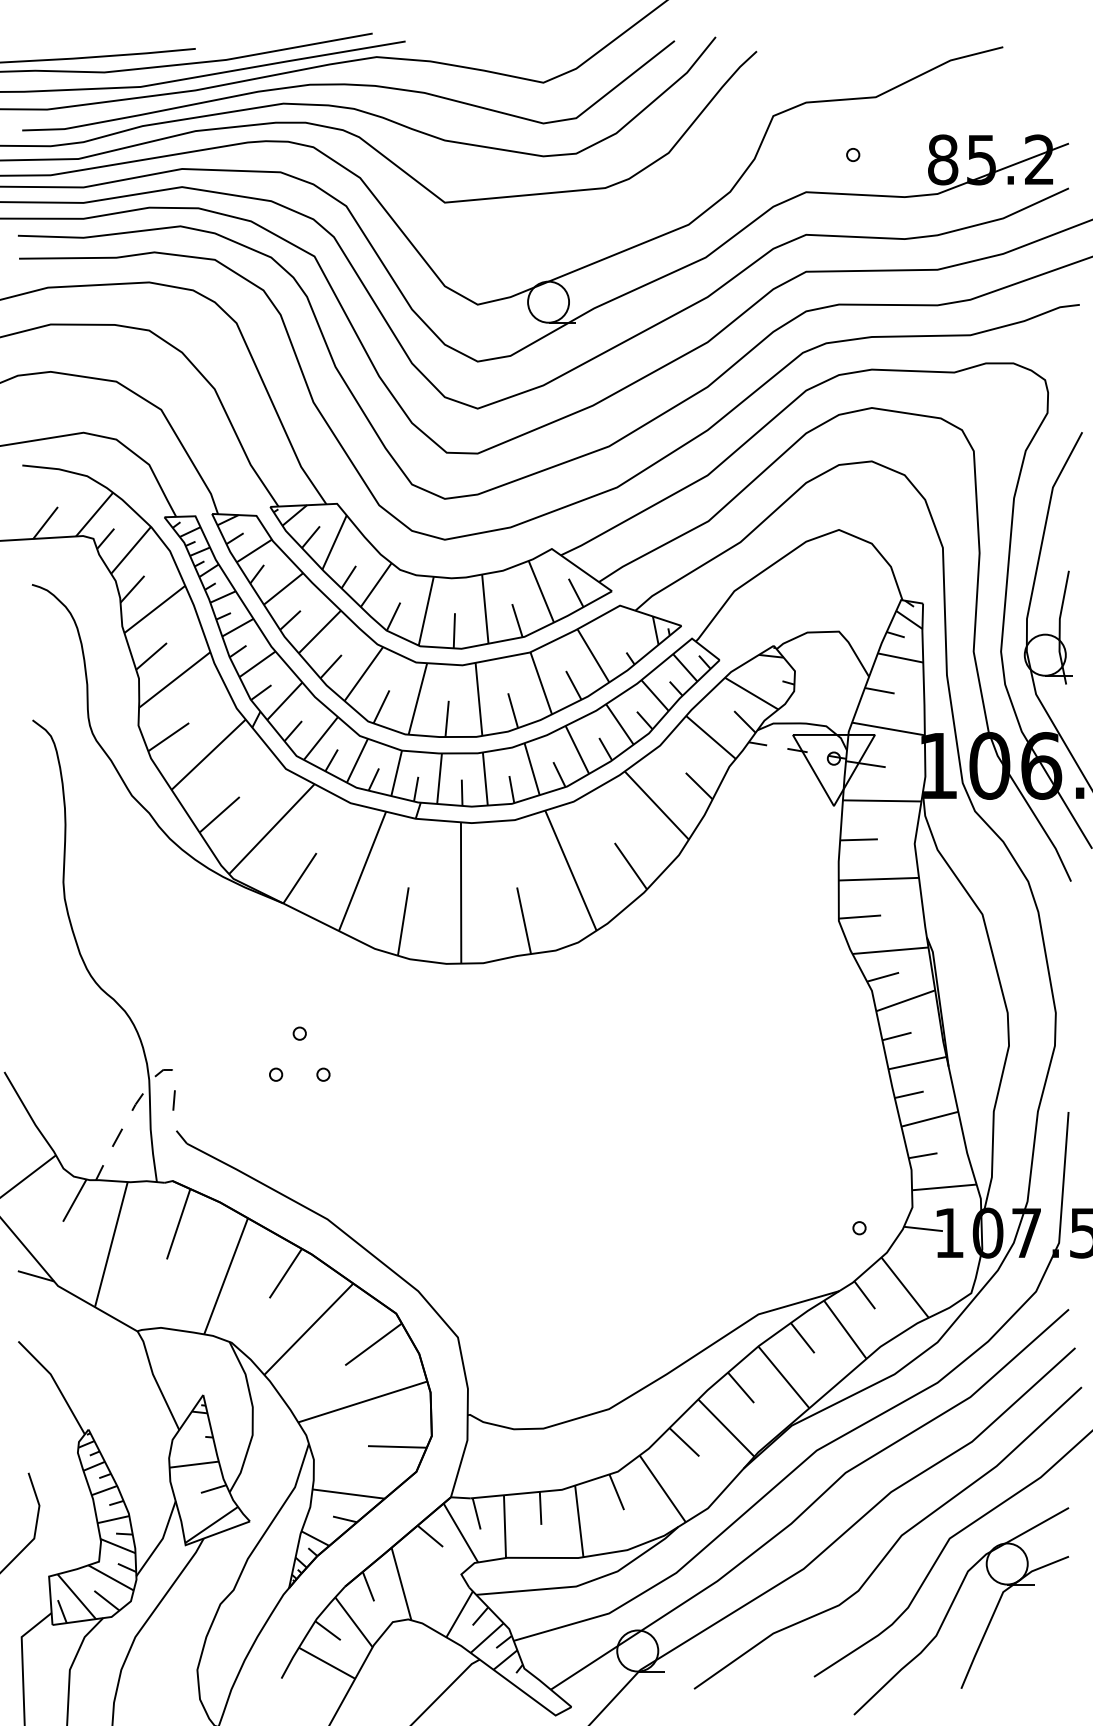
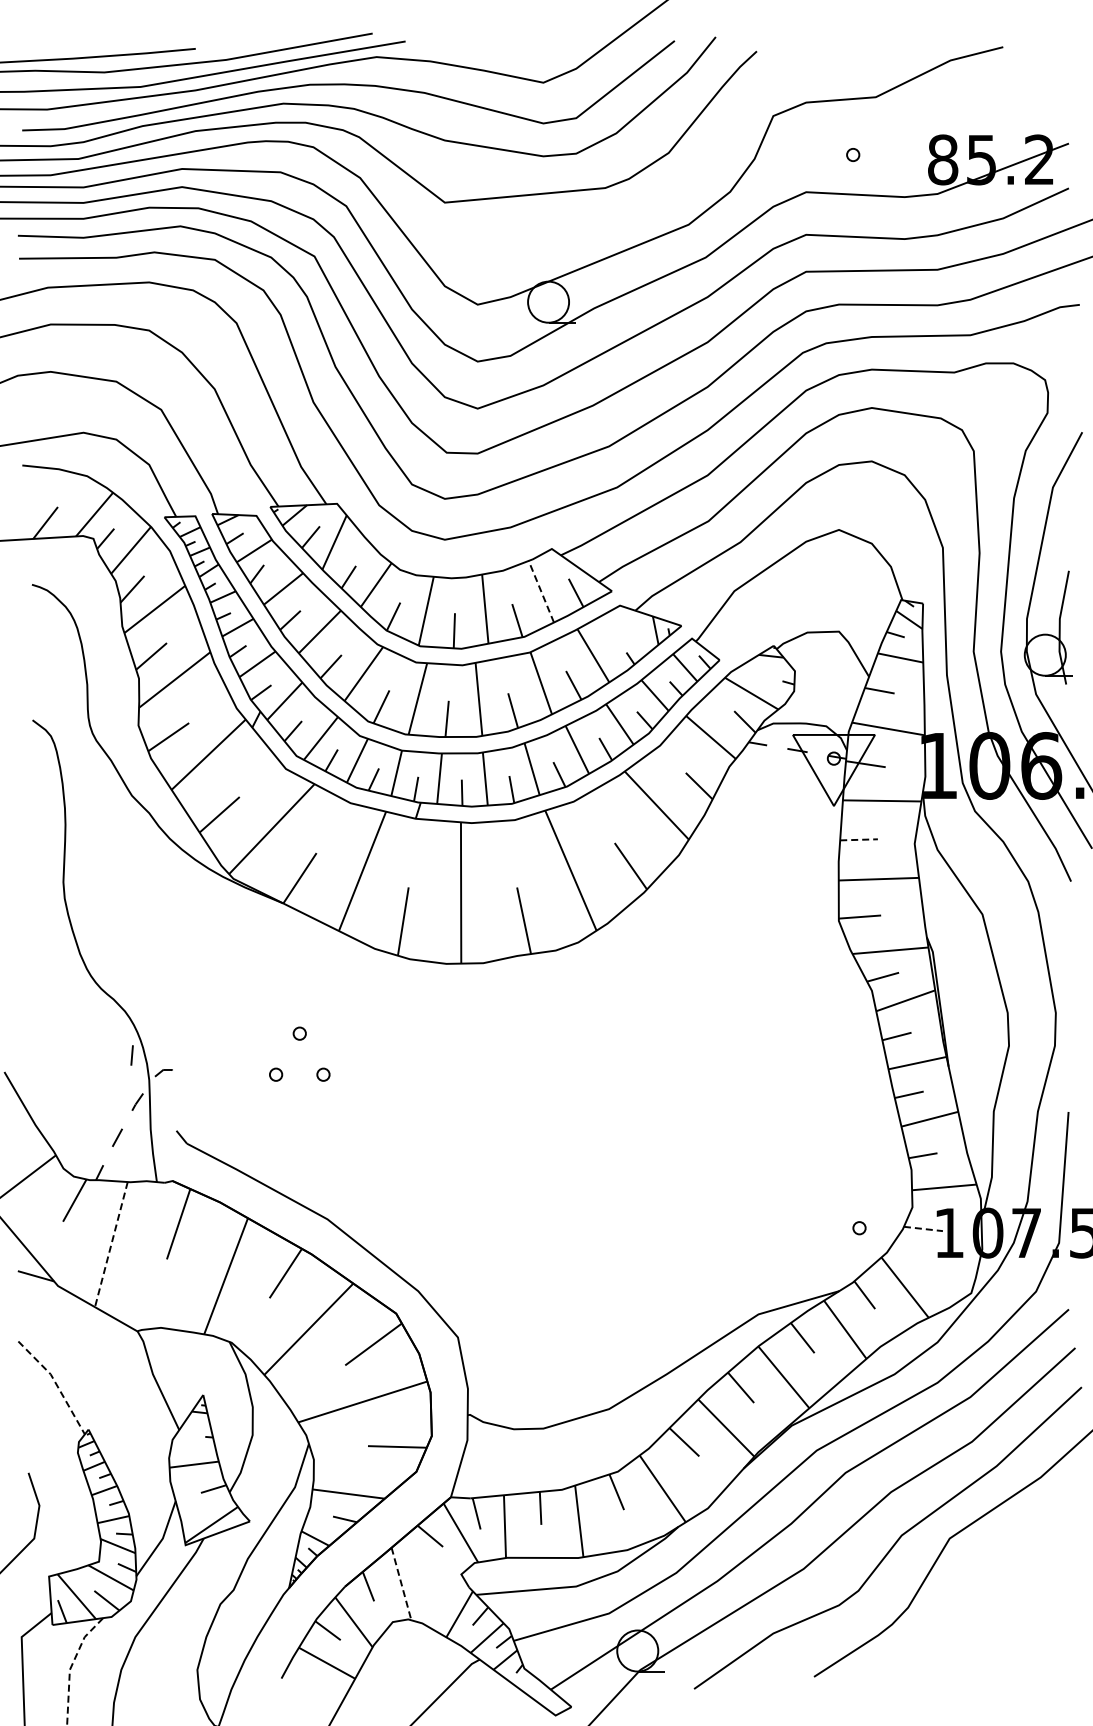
line at (541, 591): solid -> dashed
line at (859, 839): solid -> dashed
line at (173, 1100) position: (173, 1100) -> (131, 1055)
line at (923, 1228): solid -> dashed
line at (111, 1244): solid -> dashed
line at (56, 1383): solid -> dashed
line at (401, 1584): solid -> dashed
part at (951, 1607): present -> none
line at (71, 1666): solid -> dashed
